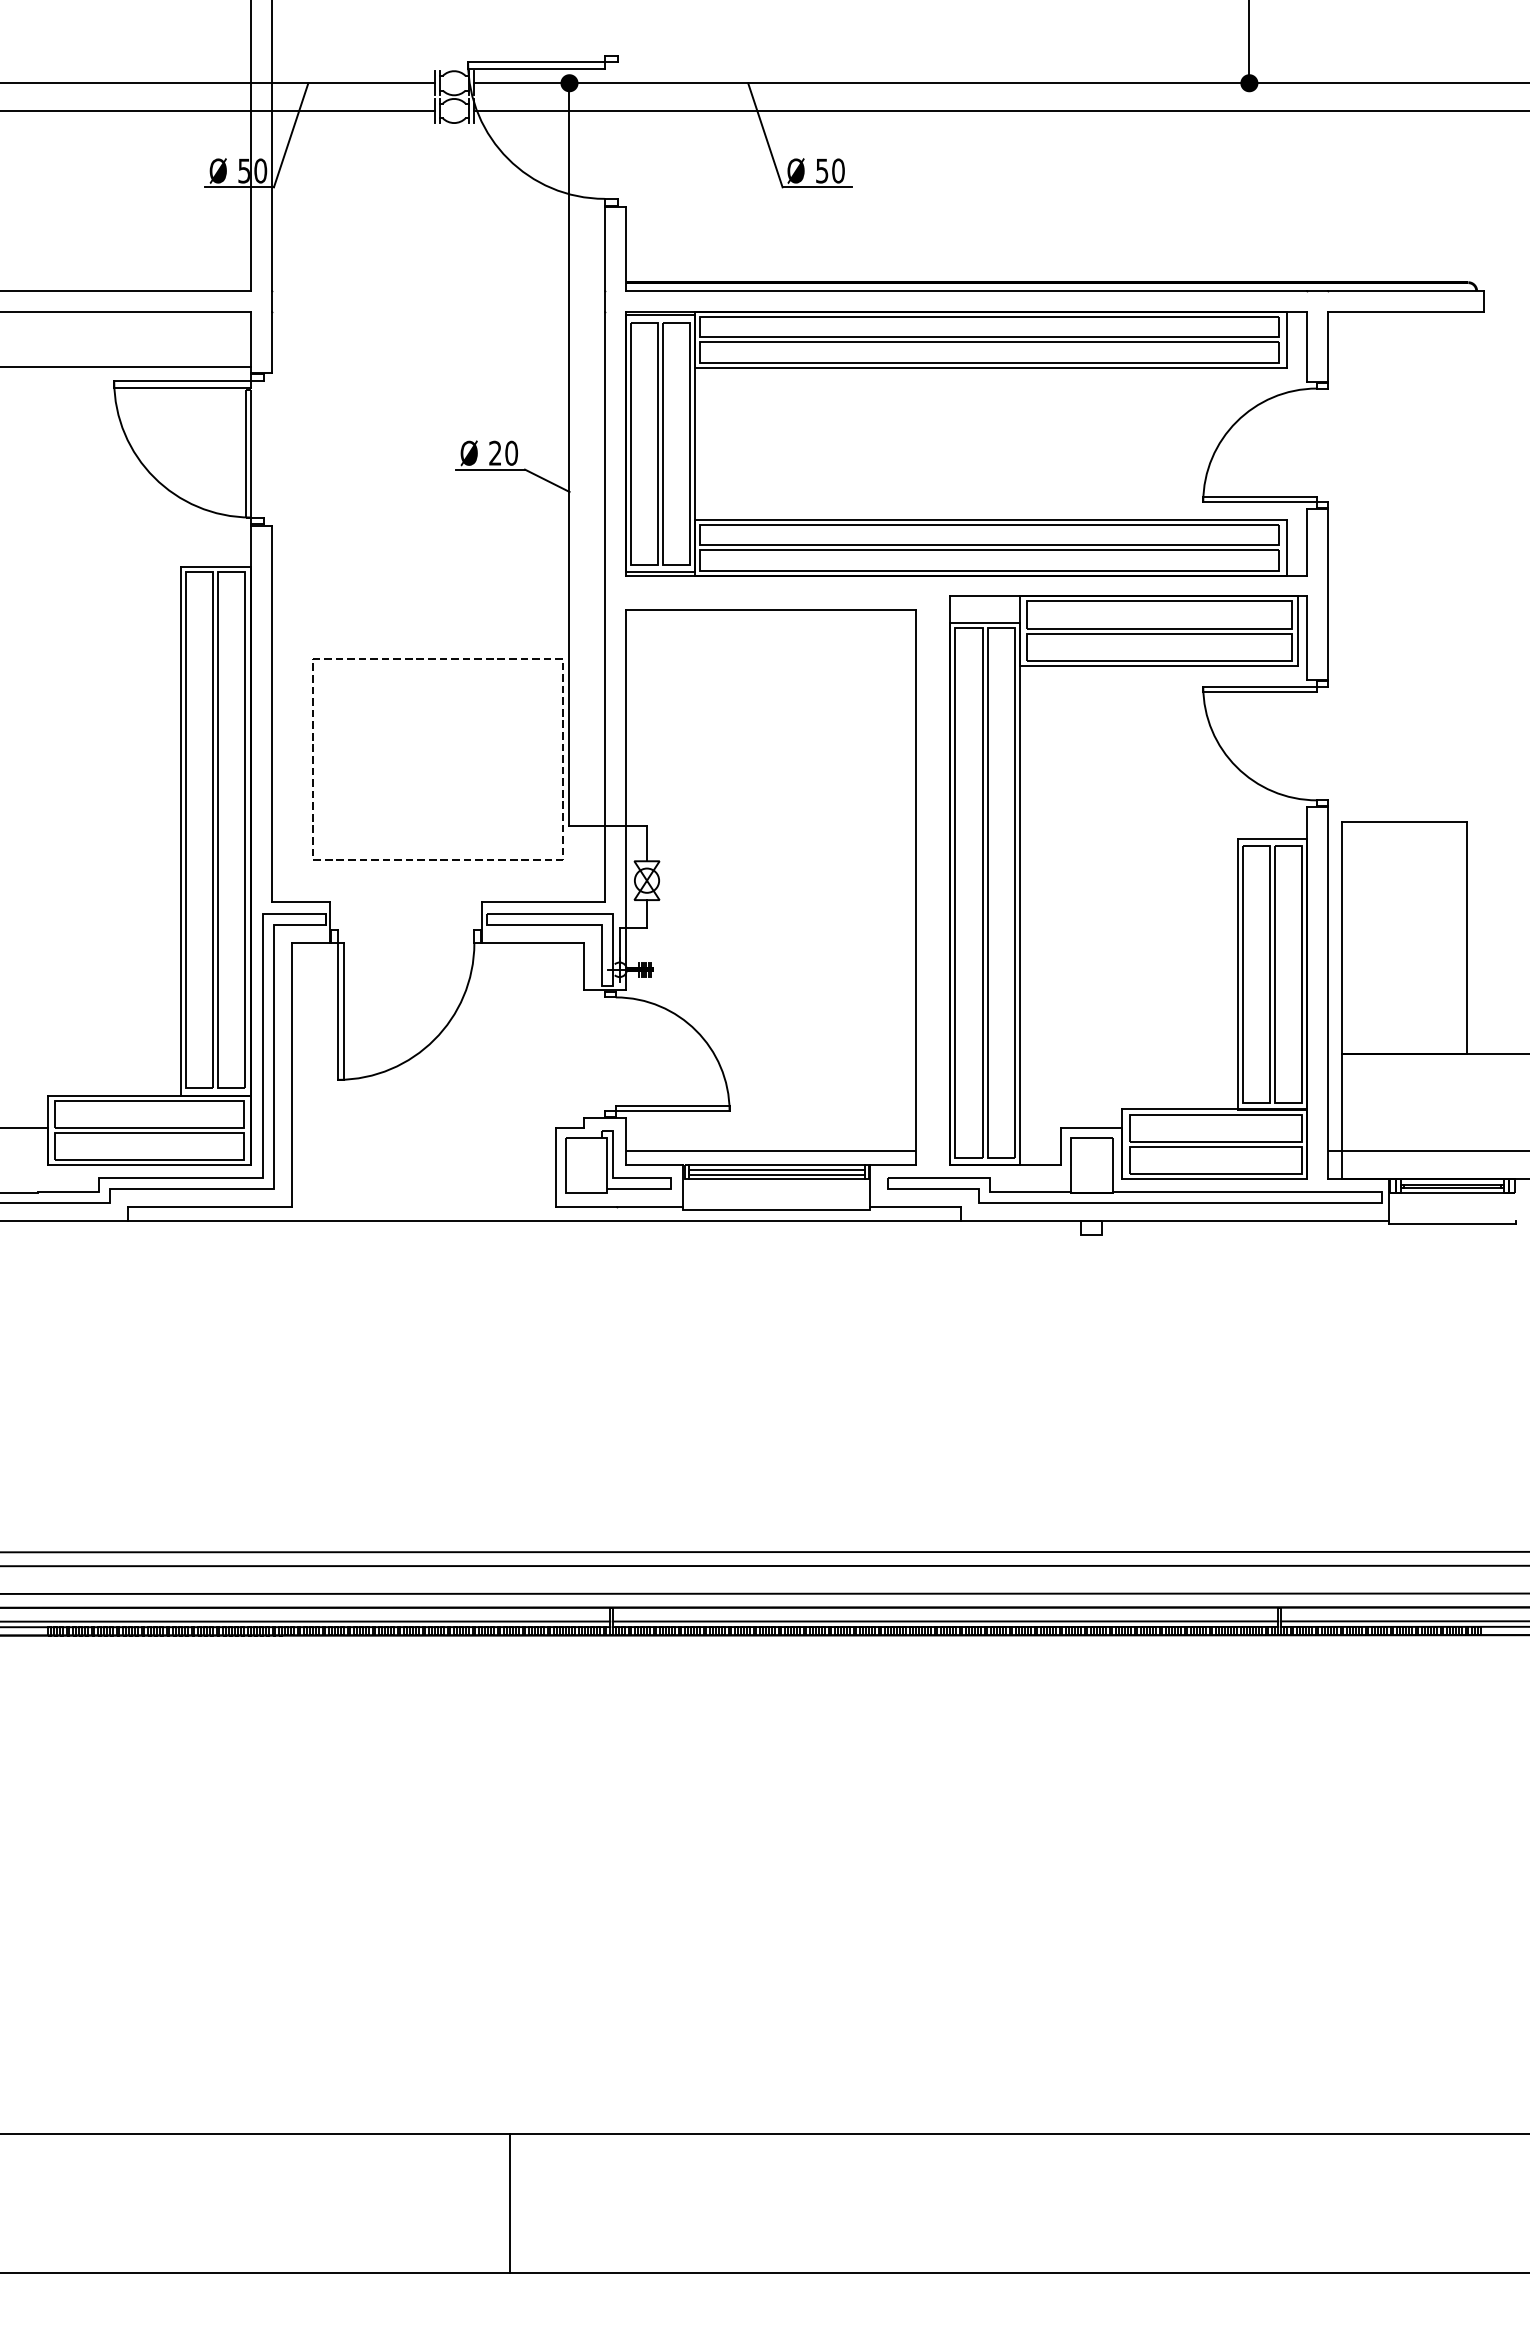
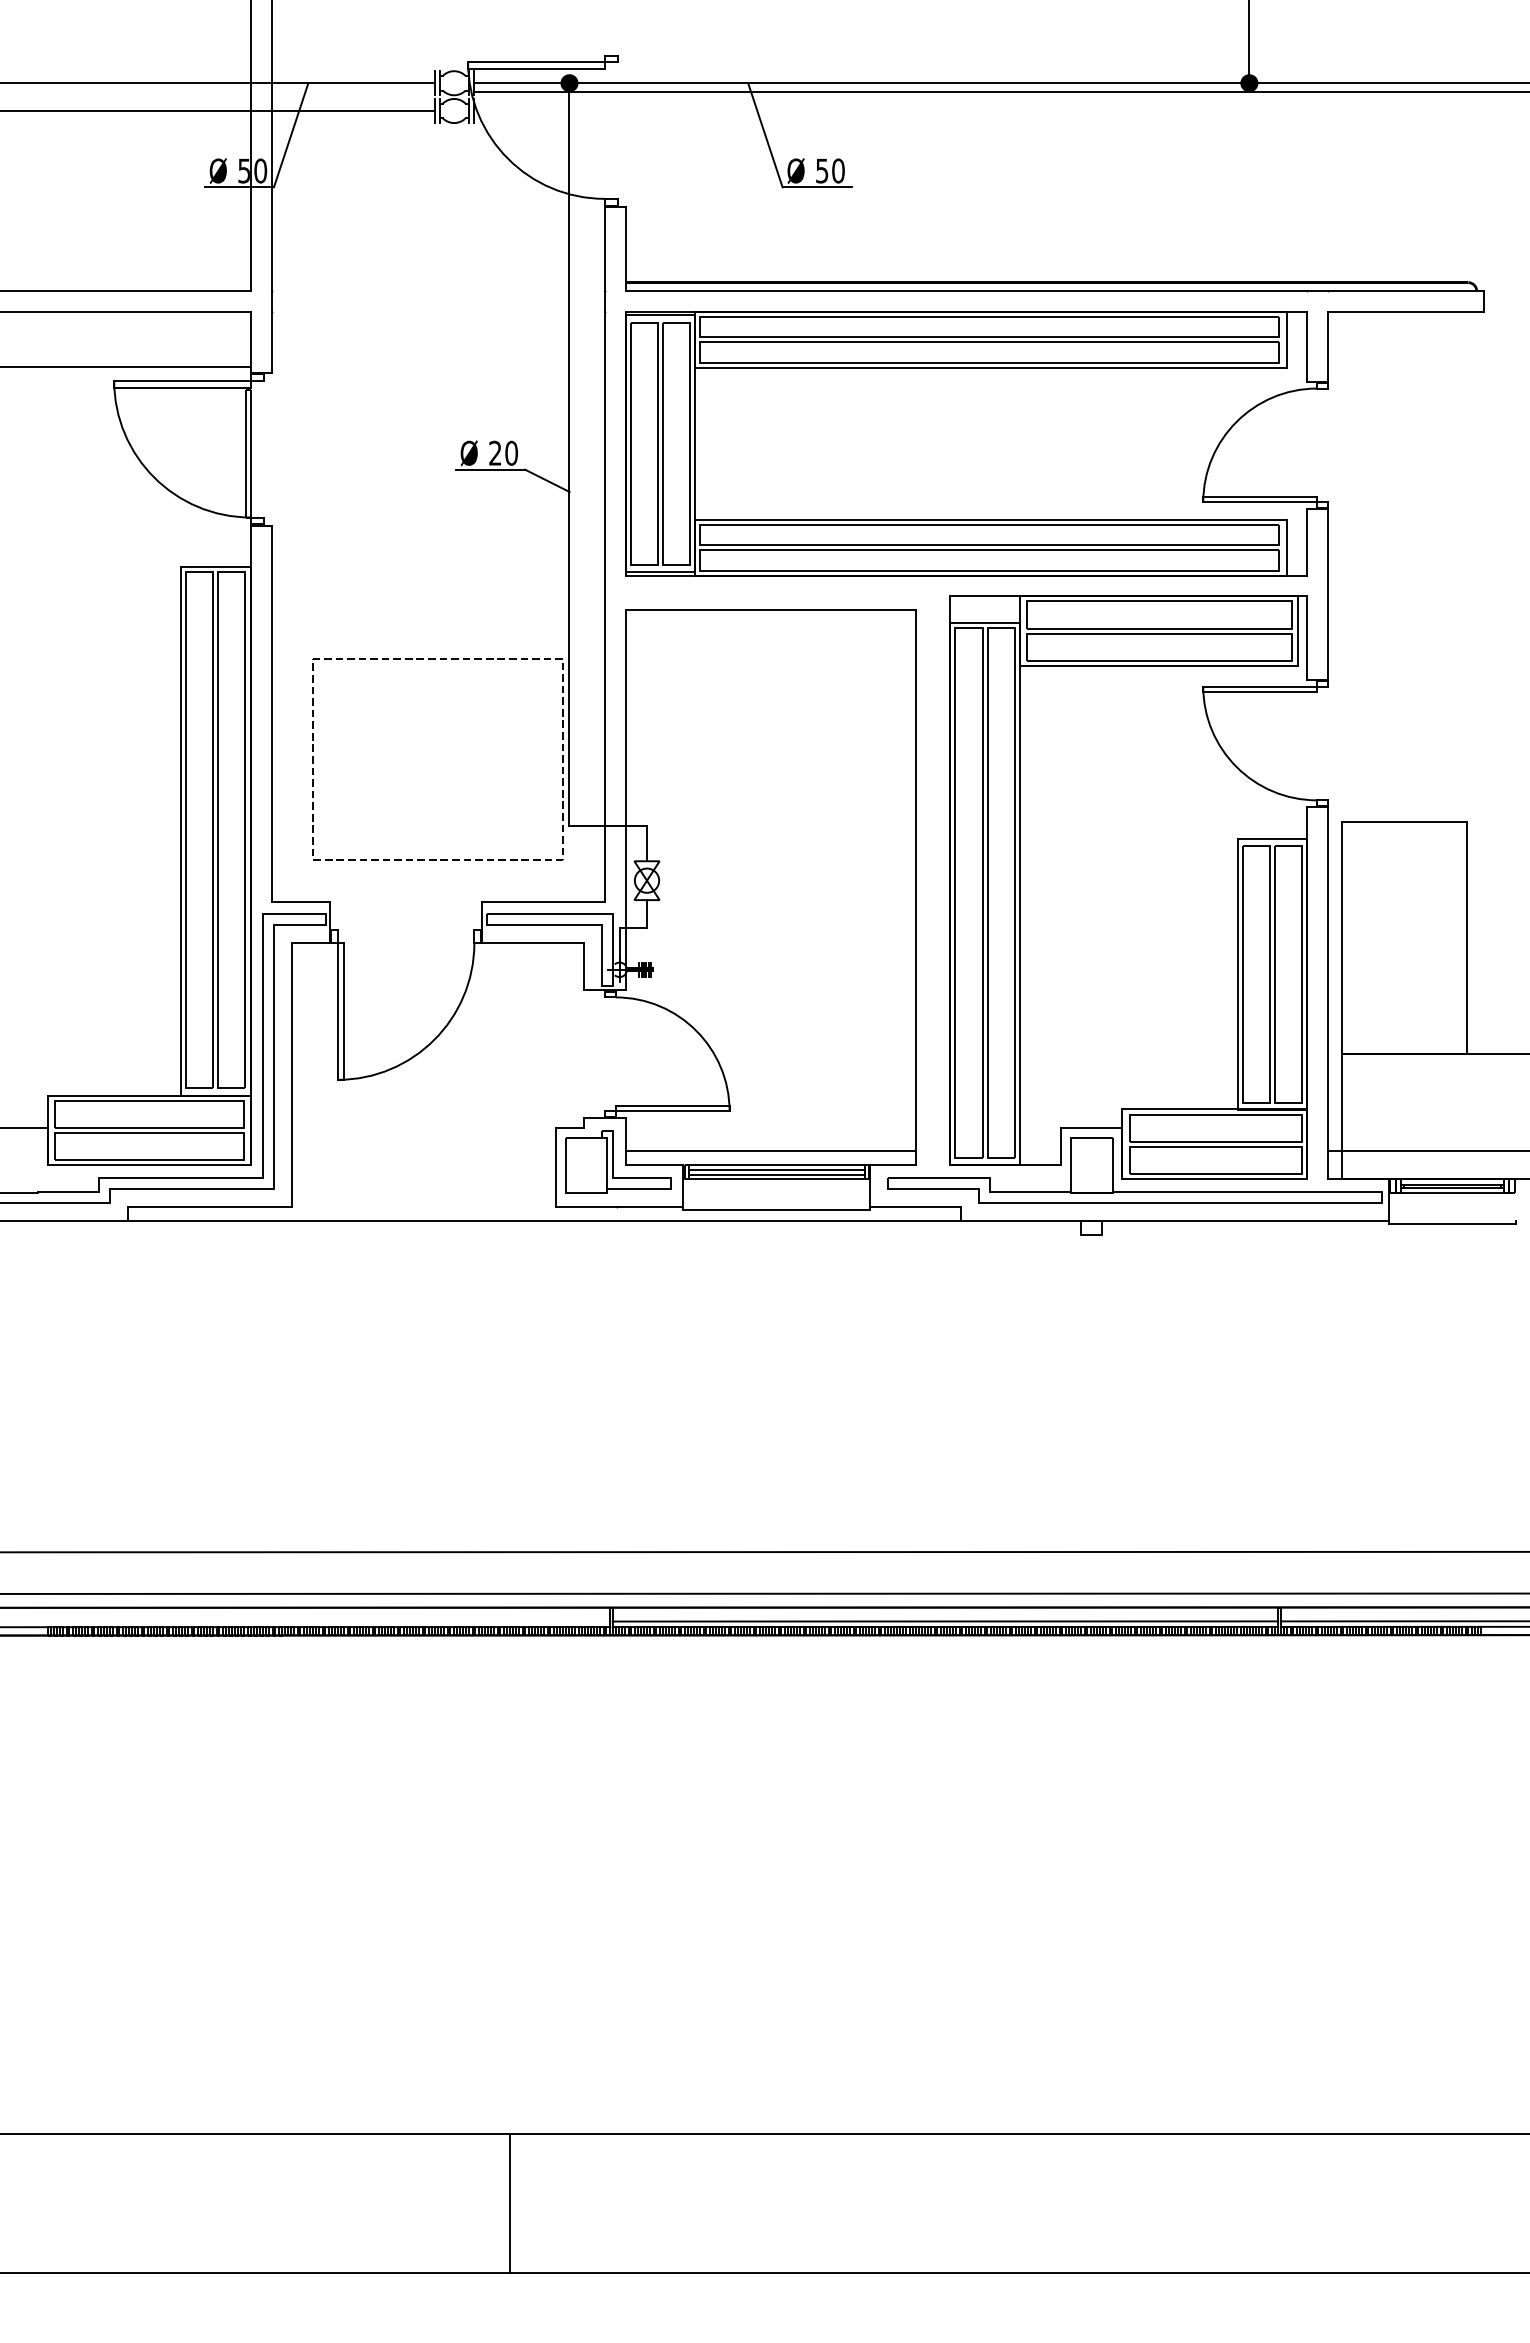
line at (999, 111) position: (999, 111) -> (999, 92)
line at (764, 1565): present -> none
line at (305, 1621): present -> none
